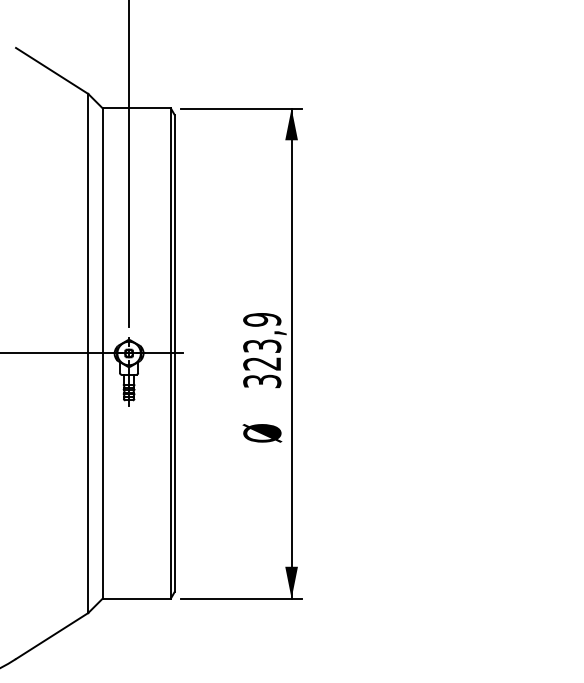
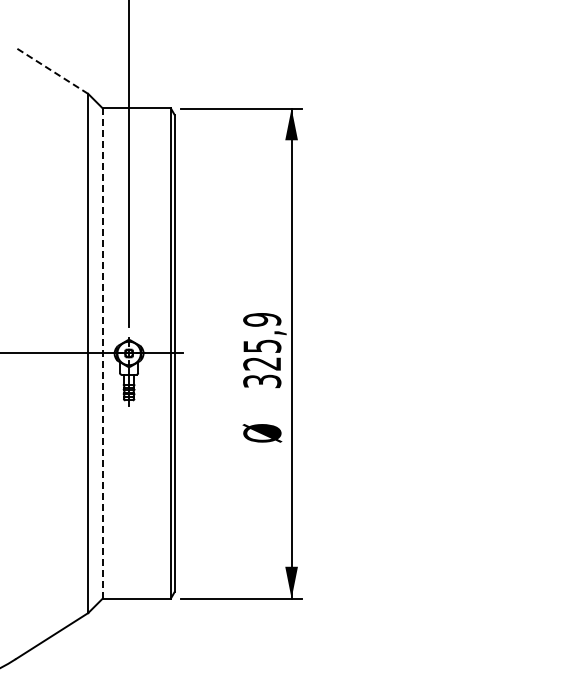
line at (52, 70): solid -> dashed
text at (261, 345): 323,9 -> 325,9
line at (102, 353): solid -> dashed
